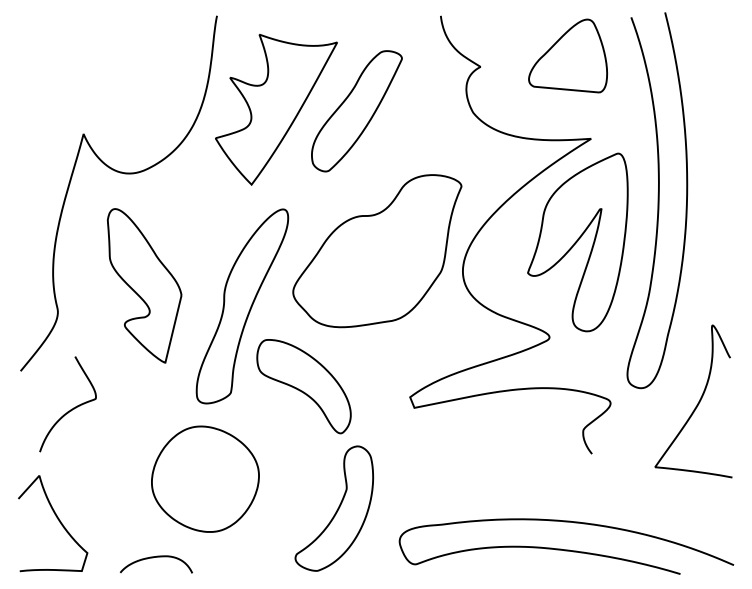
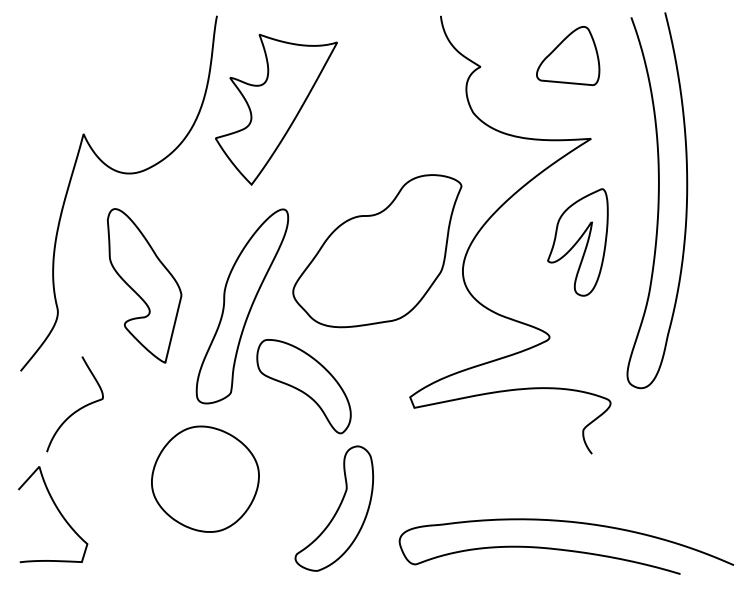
part at (568, 55) size: 81x76 px -> 65x60 px
part at (356, 111): present -> none
part at (577, 242) size: 102x181 px -> 62x109 px
curve at (697, 403): present -> none
curve at (70, 409) position: (70, 409) -> (77, 409)
curve at (57, 519) position: (57, 519) -> (57, 510)
curve at (153, 558): present -> none
